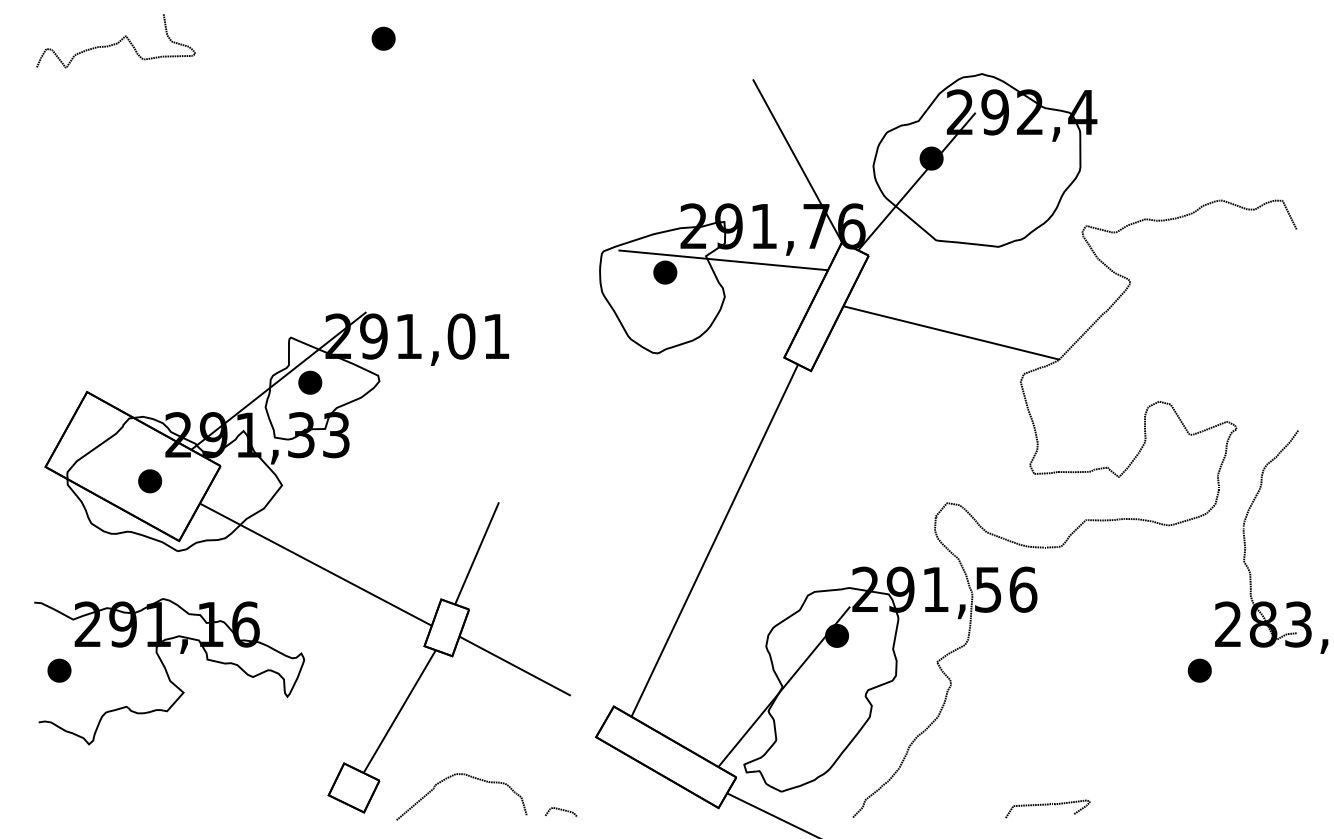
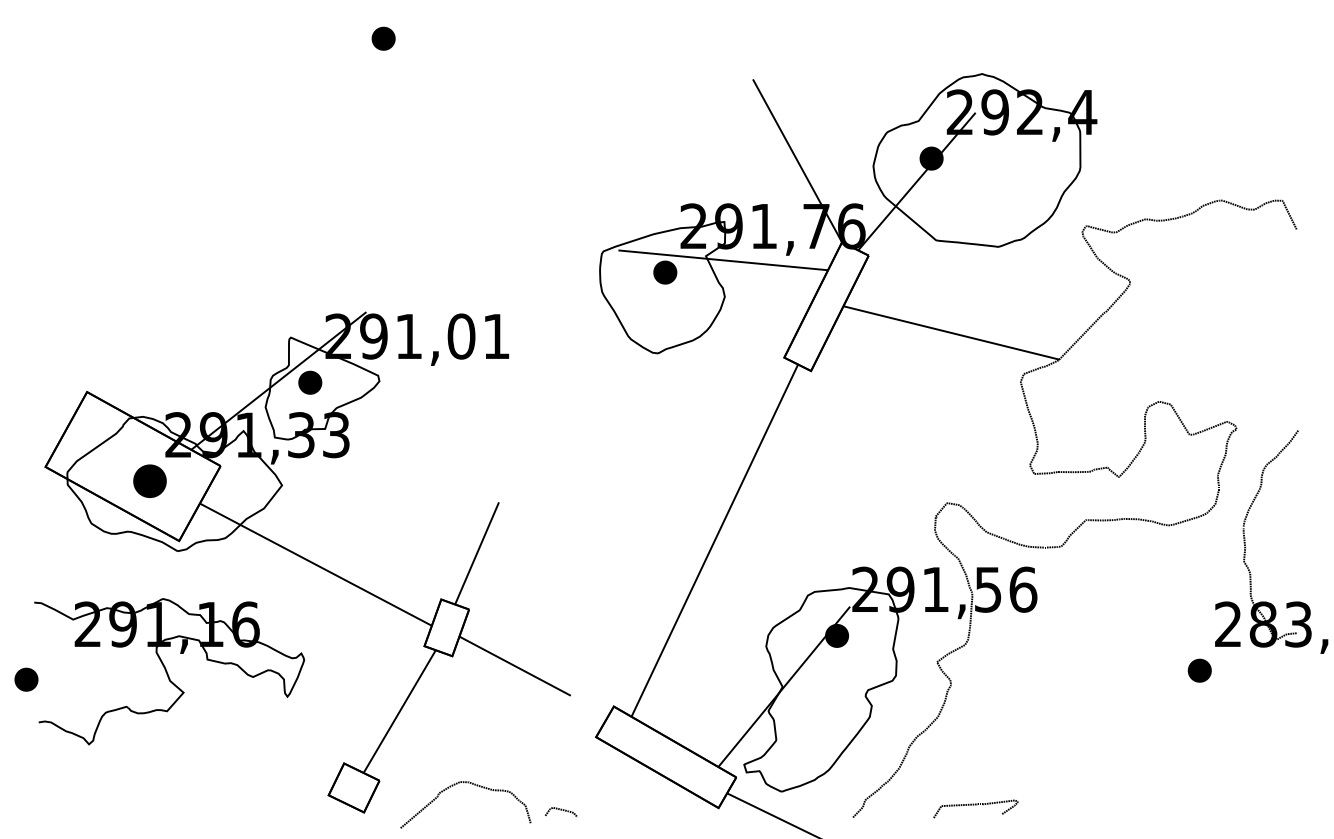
curve at (116, 42): present -> none
part at (150, 481) size: 25x25 px -> 34x34 px
part at (59, 670) position: (59, 670) -> (26, 679)
curve at (461, 775) position: (461, 775) -> (465, 783)
curve at (1047, 805) position: (1047, 805) -> (975, 805)
